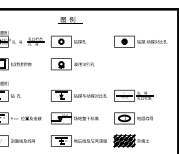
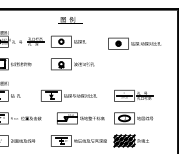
part at (140, 41) position: (140, 41) -> (134, 43)
part at (78, 95) position: (78, 95) -> (68, 95)
part at (74, 118) position: (74, 118) -> (80, 118)
